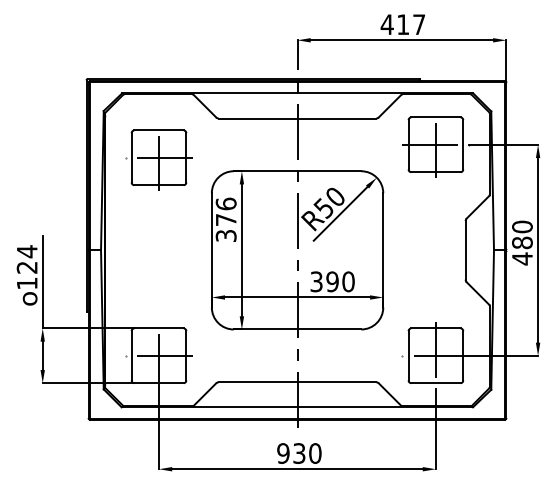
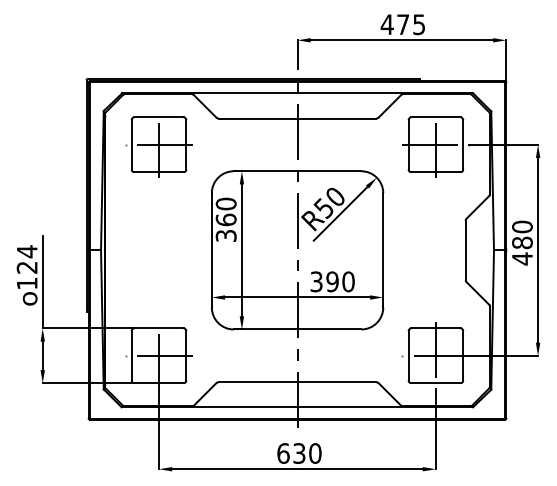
text at (411, 24): 417 -> 475
part at (158, 159) position: (158, 159) -> (158, 146)
text at (225, 211): 376 -> 360
text at (283, 453): 930 -> 630
